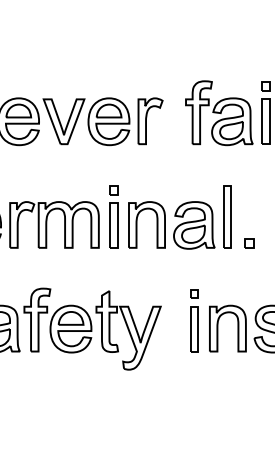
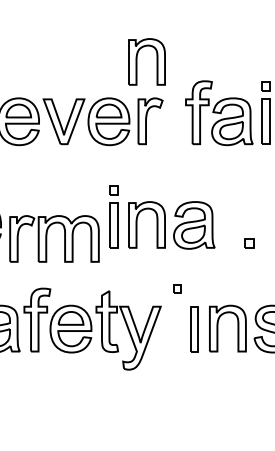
part at (137, 61): none -> present
part at (227, 216): present -> none
part at (47, 224) position: (47, 224) -> (47, 238)
part at (194, 293) position: (194, 293) -> (177, 288)
